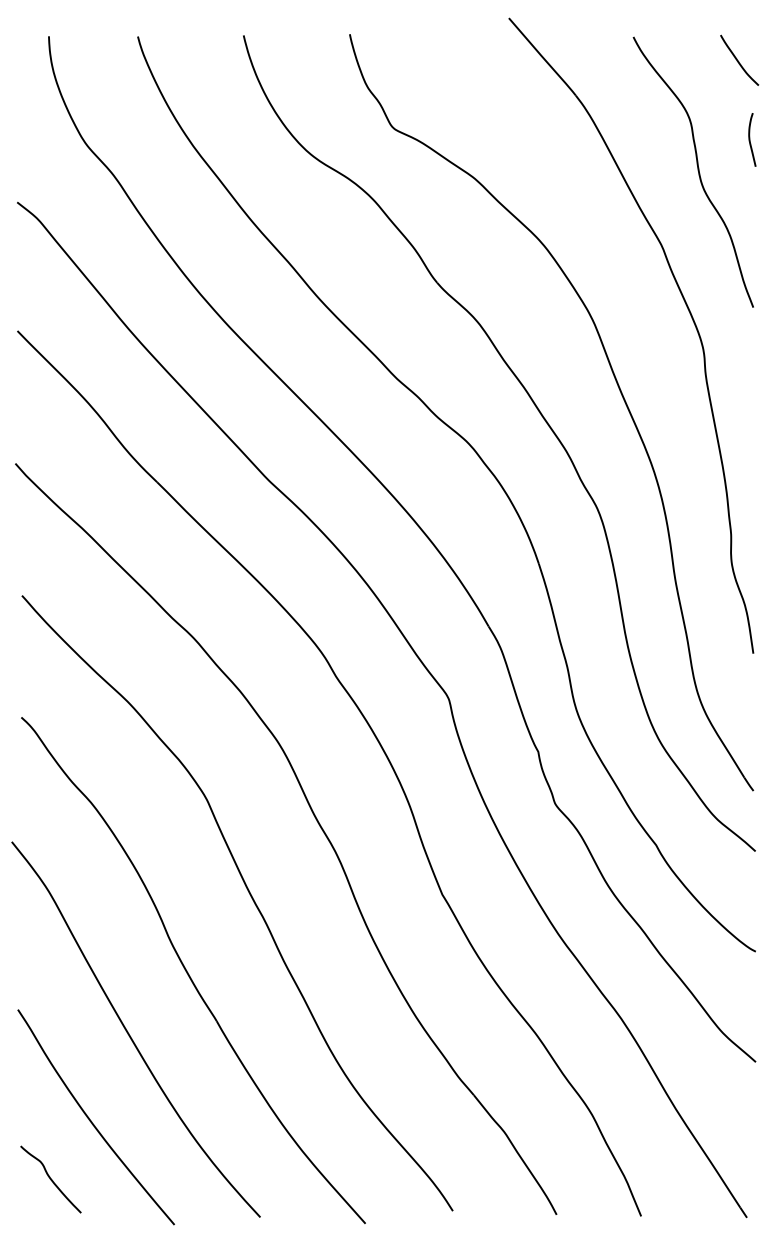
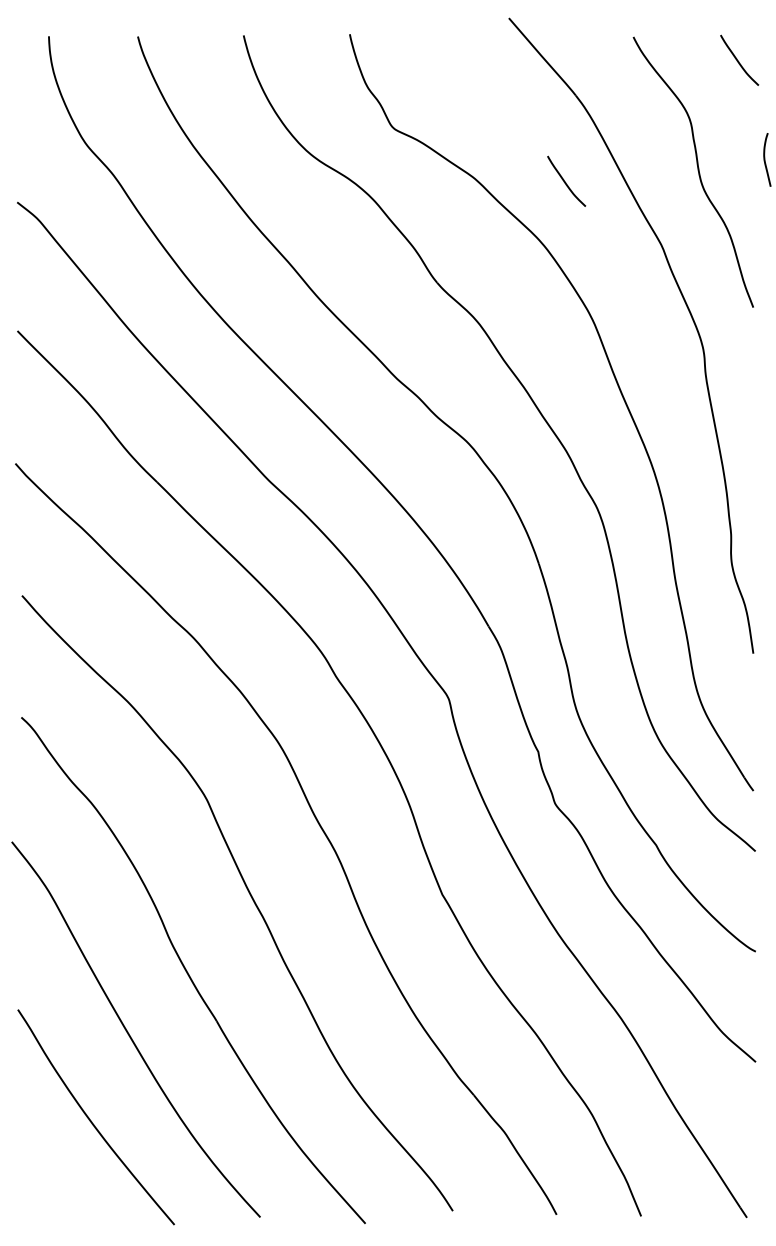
curve at (750, 139) position: (750, 139) -> (765, 159)
curve at (565, 181): none -> present
curve at (50, 1179): present -> none
